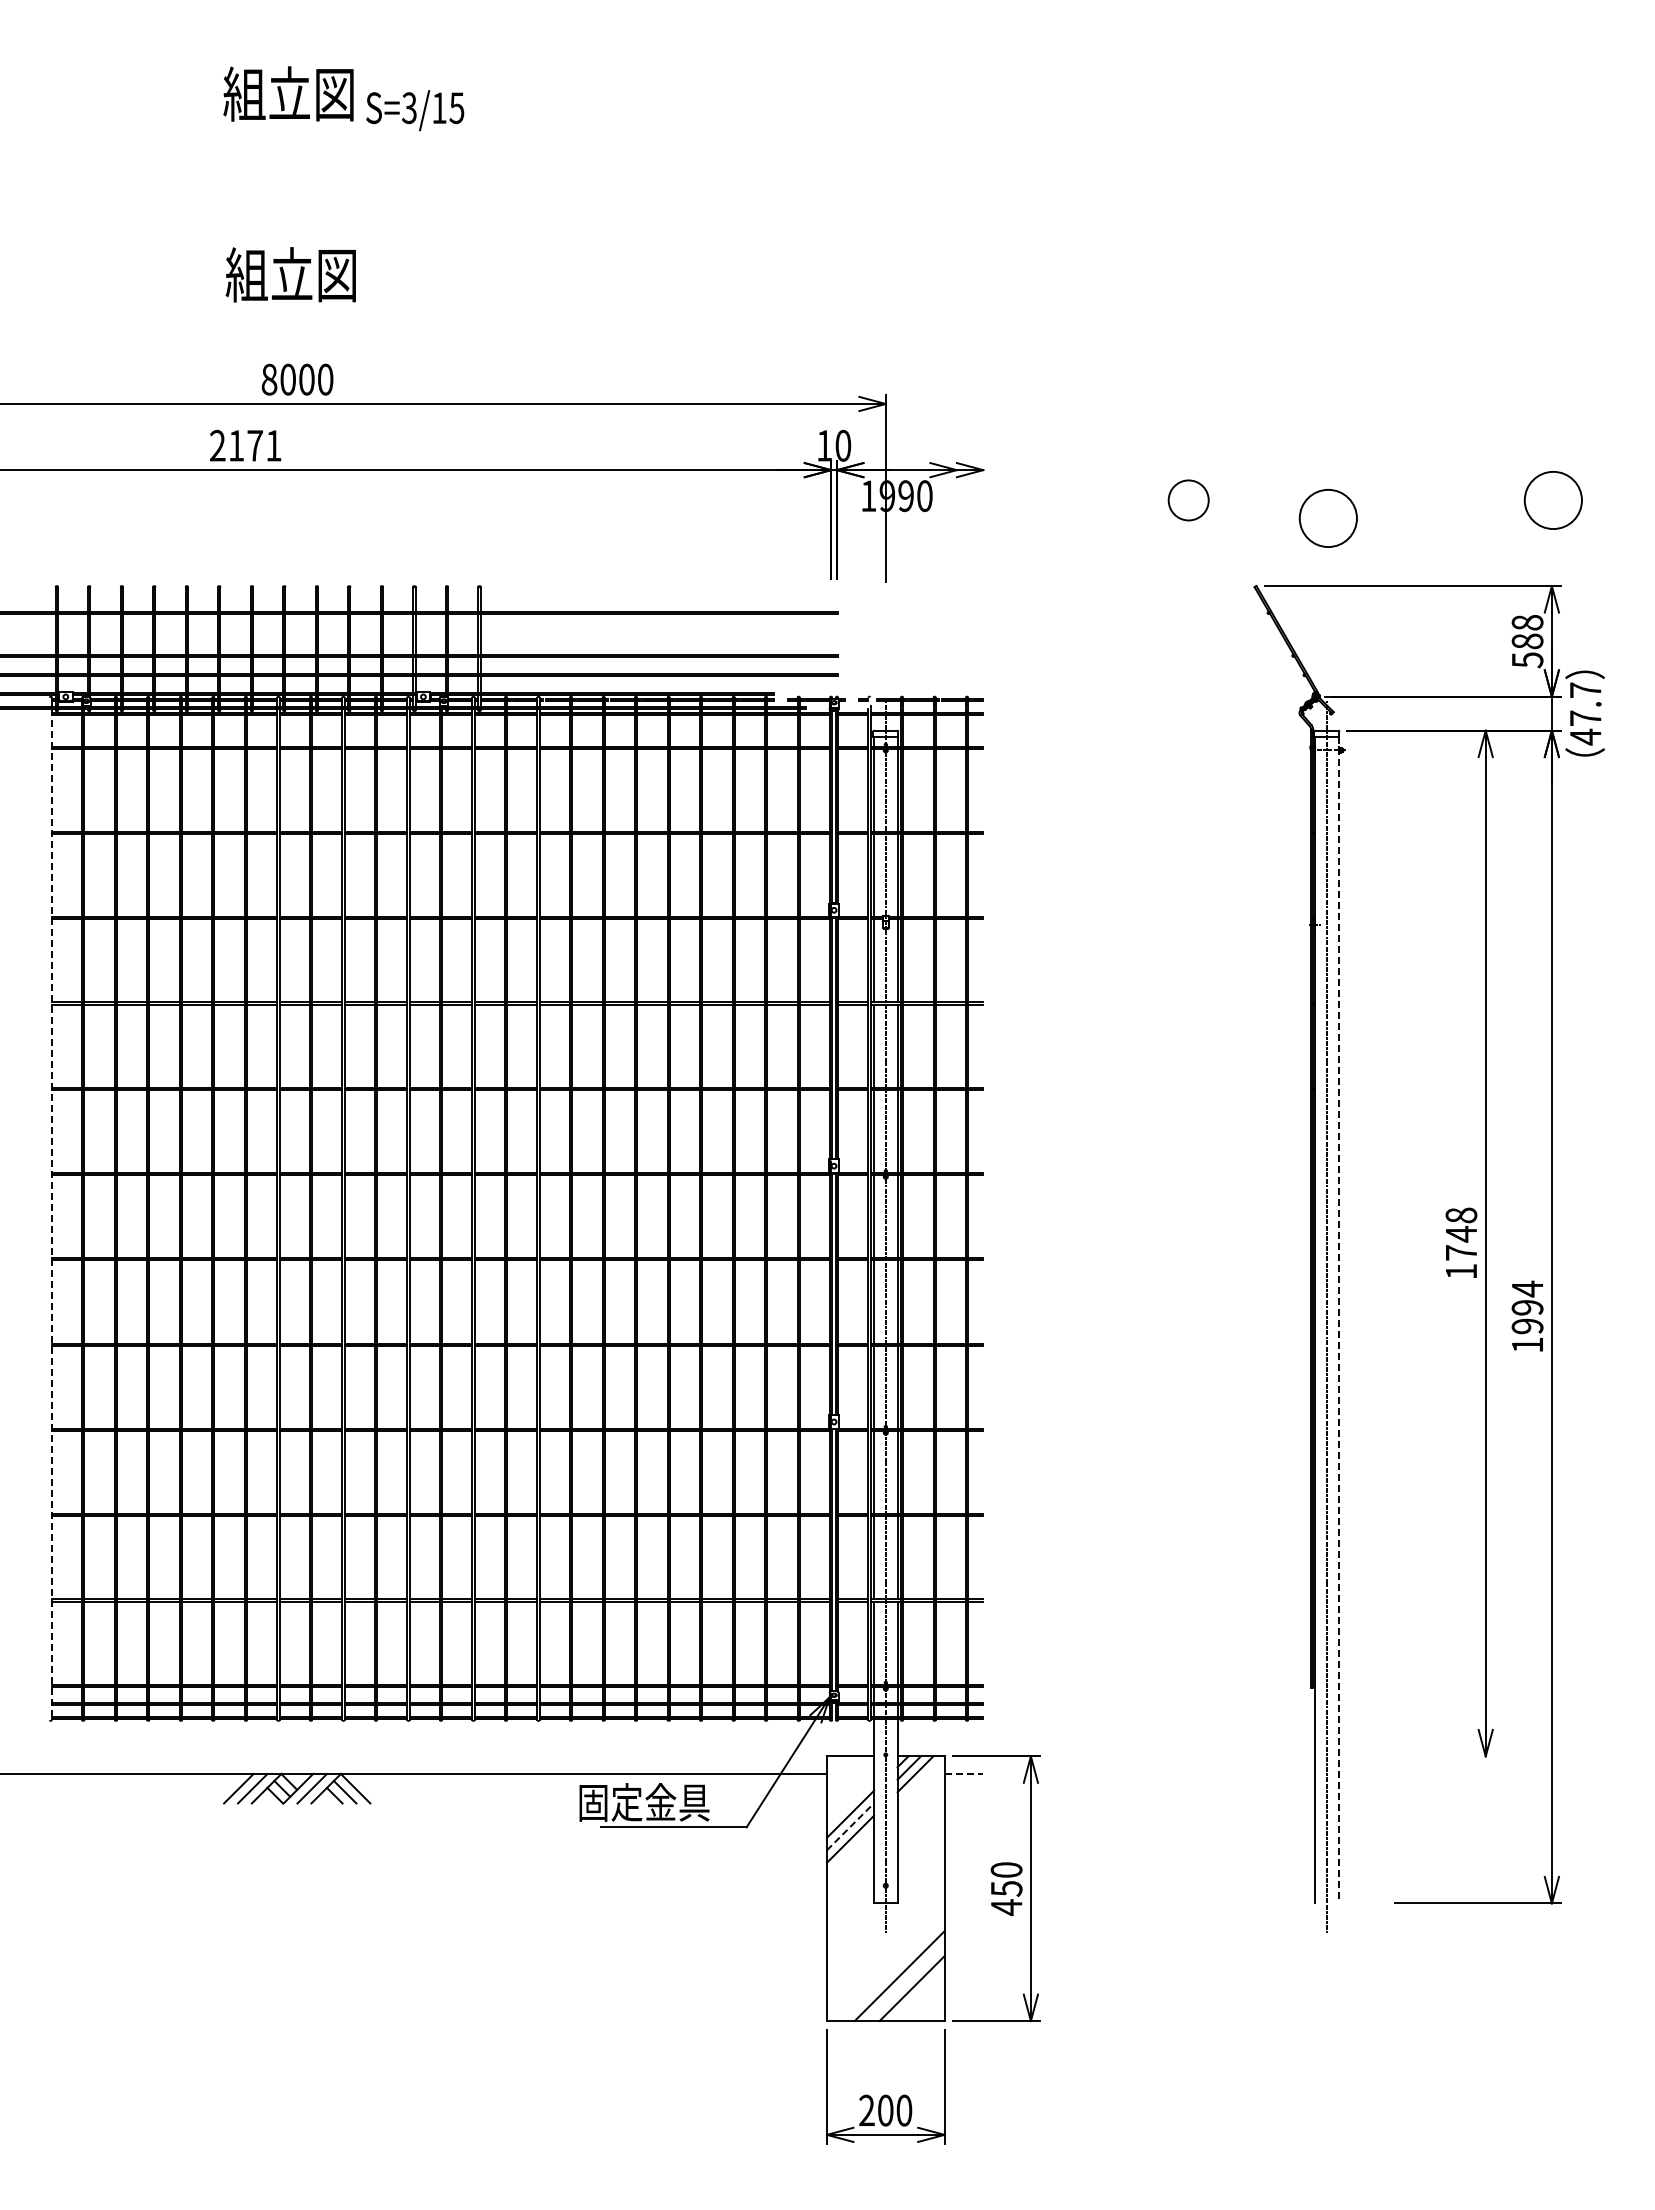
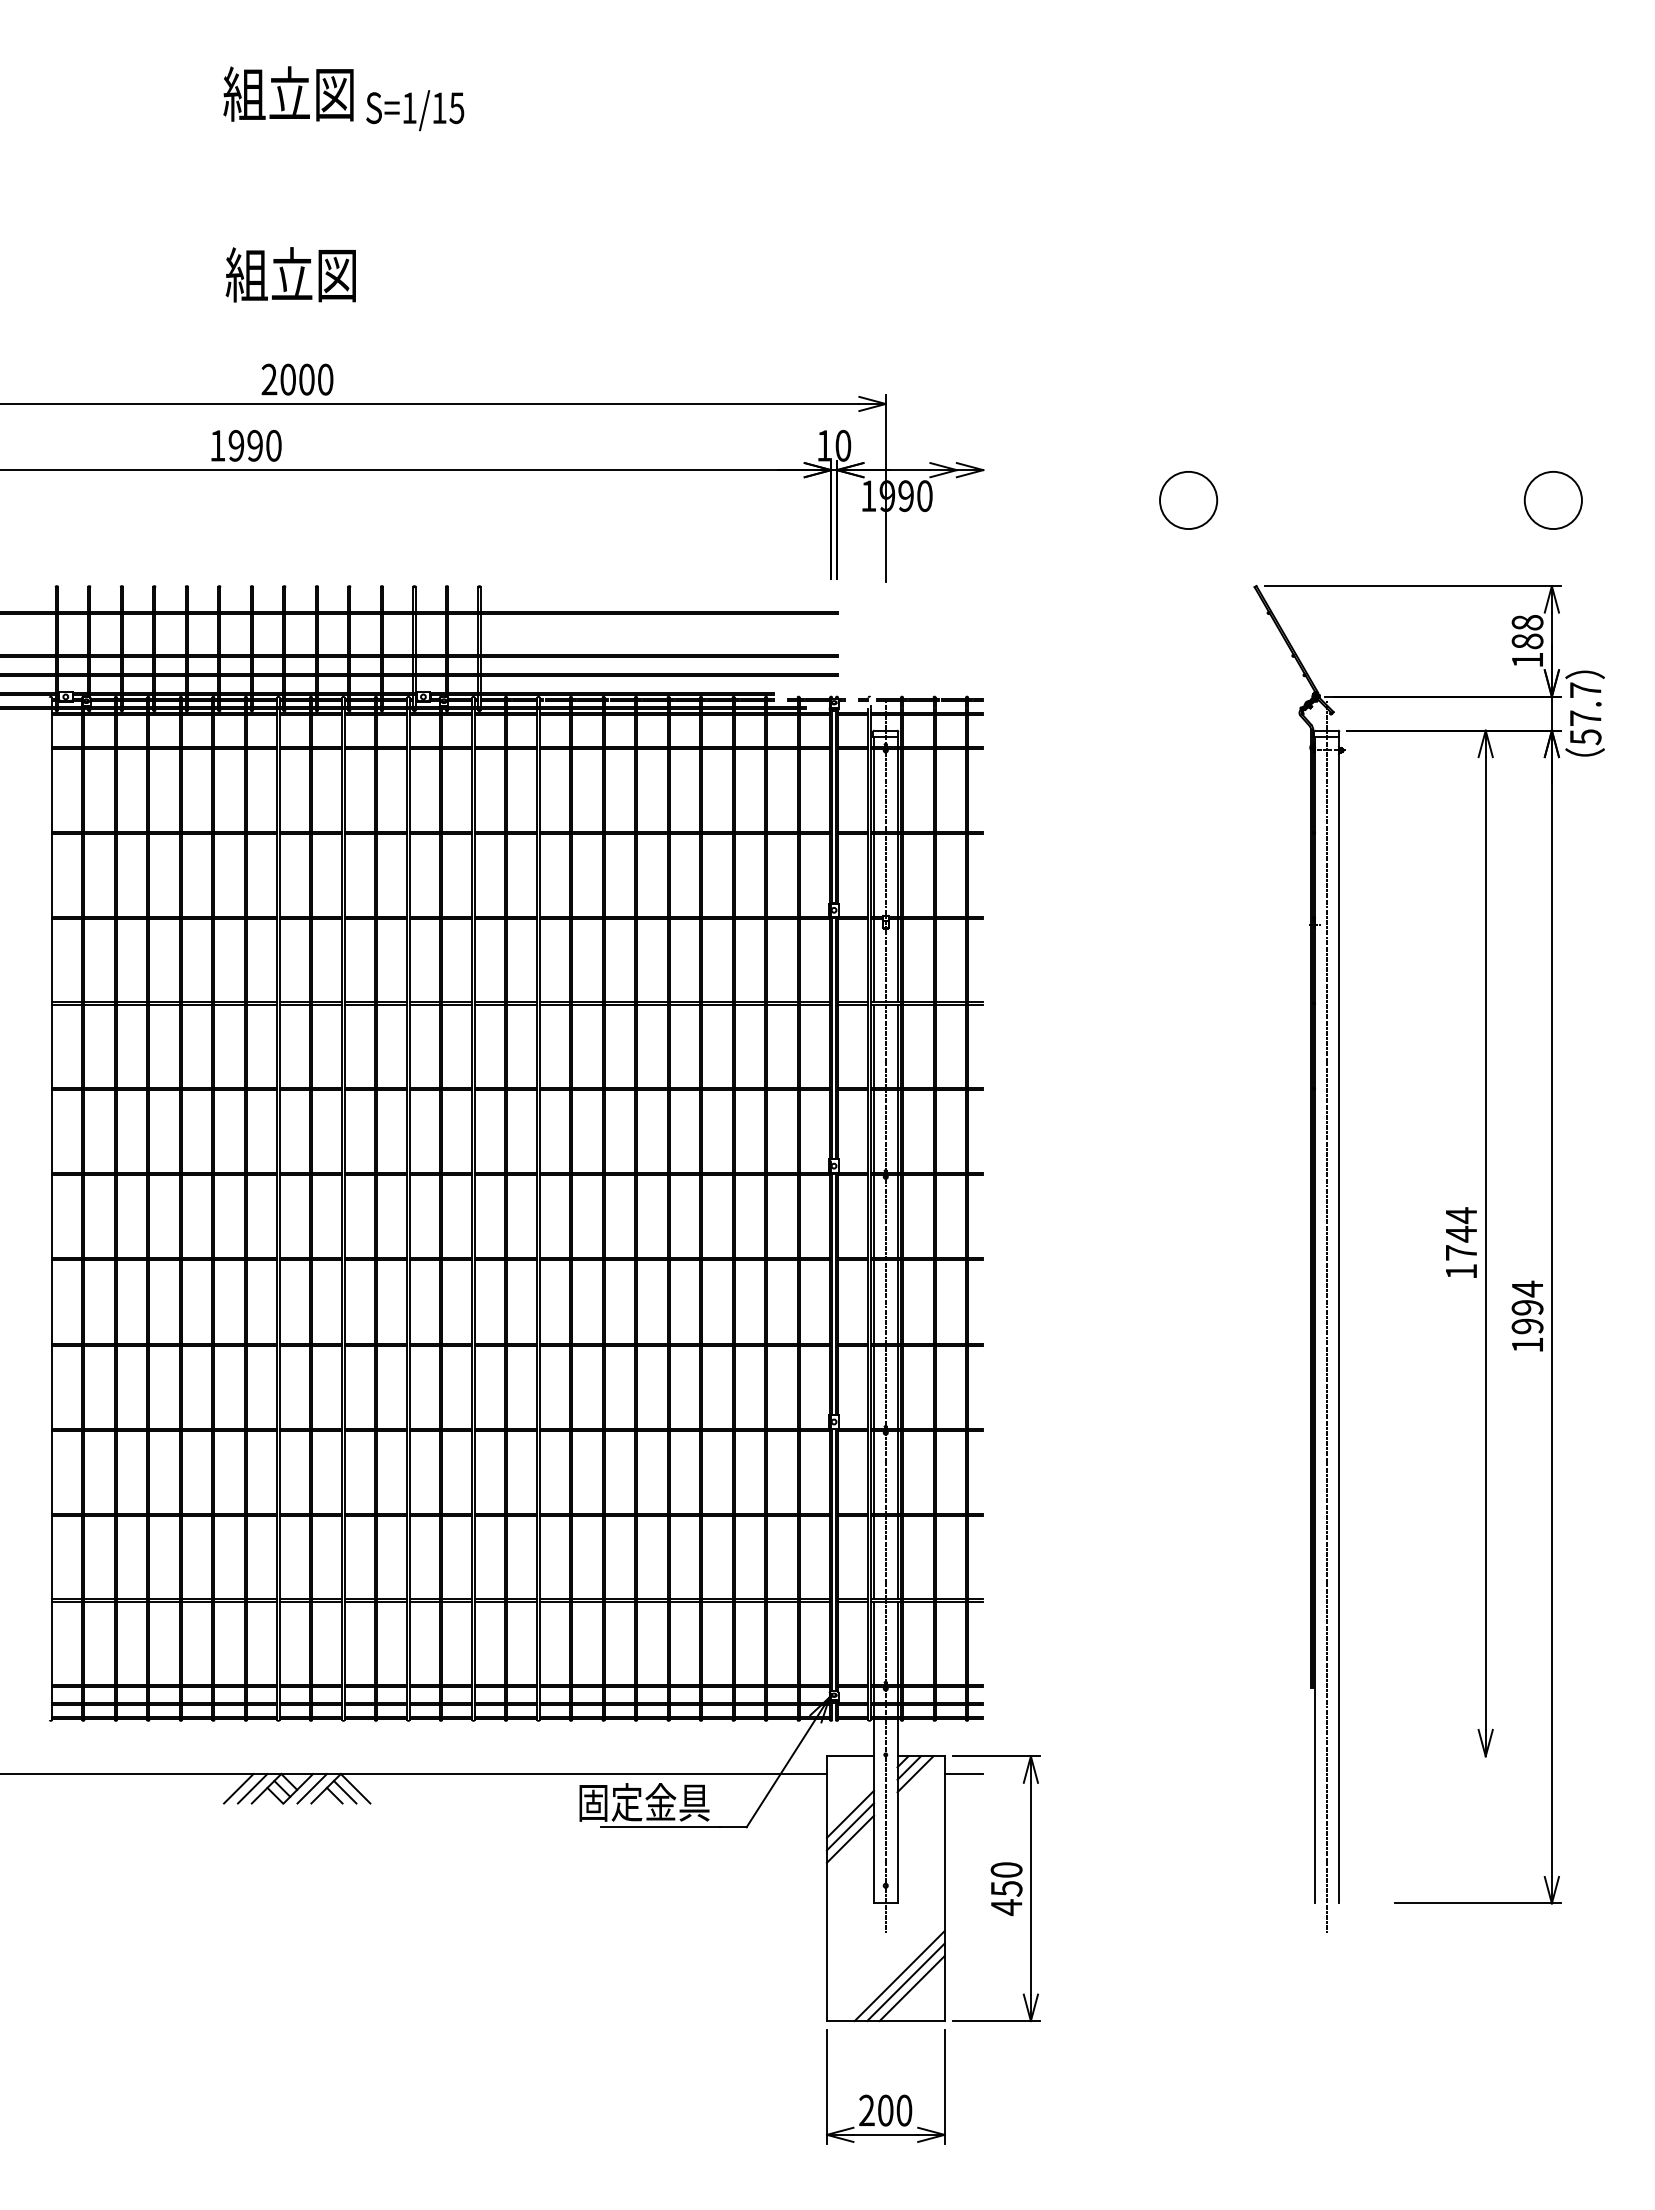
text at (409, 108): S=3/15 -> S=1/15
text at (269, 379): 8000 -> 2000
text at (245, 445): 2171 -> 1990
circle at (1188, 500) size: 43x43 px -> 60x59 px
circle at (1327, 518): present -> none
text at (1527, 660): 588 -> 188
text at (1585, 736): 47.7 -> 57.7
line at (51, 1215): dashed -> solid
text at (1461, 1215): 1748 -> 1744
line at (1338, 1320): dashed -> solid
line at (964, 1774): dashed -> solid
line at (850, 1826): dashed -> solid
line at (905, 1982): none -> present
